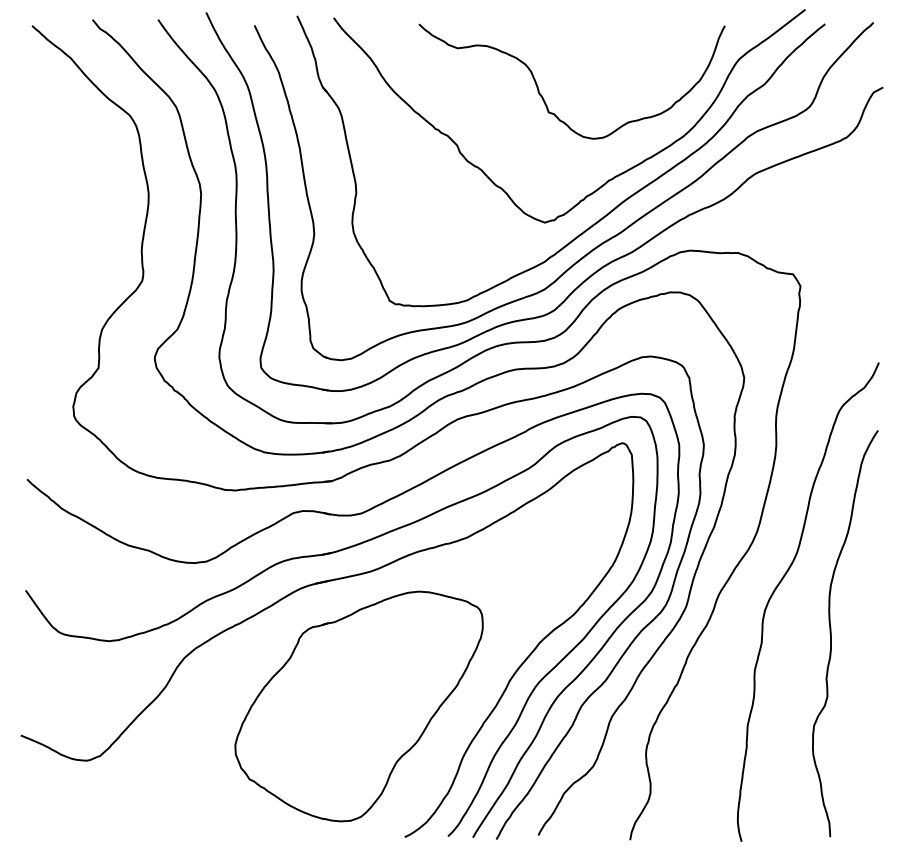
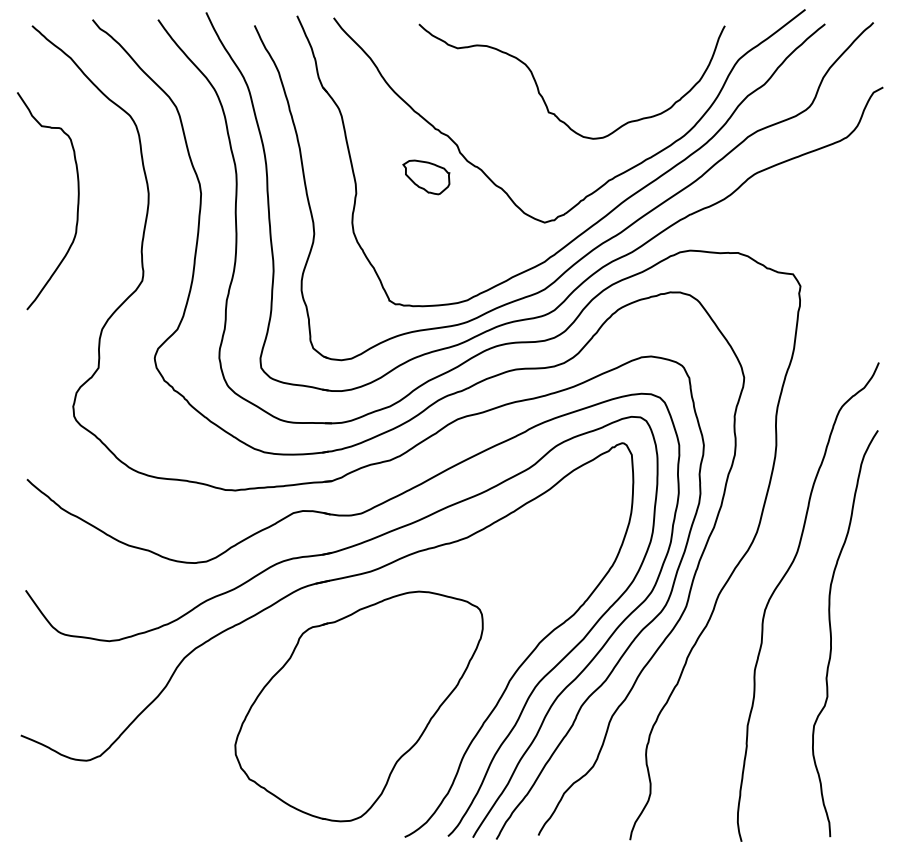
part at (426, 177): none -> present
curve at (77, 201): none -> present
